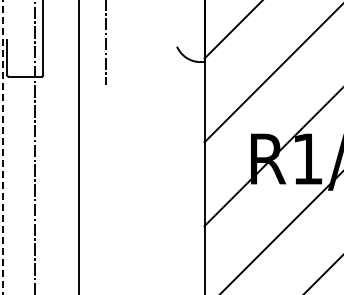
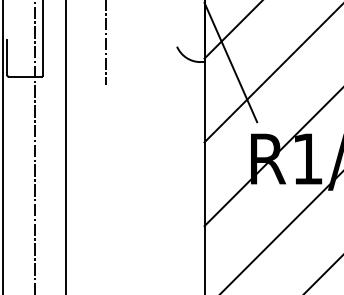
line at (230, 62): none -> present
line at (3, 146): dashed -> solid
line at (79, 146) position: (79, 146) -> (66, 146)
